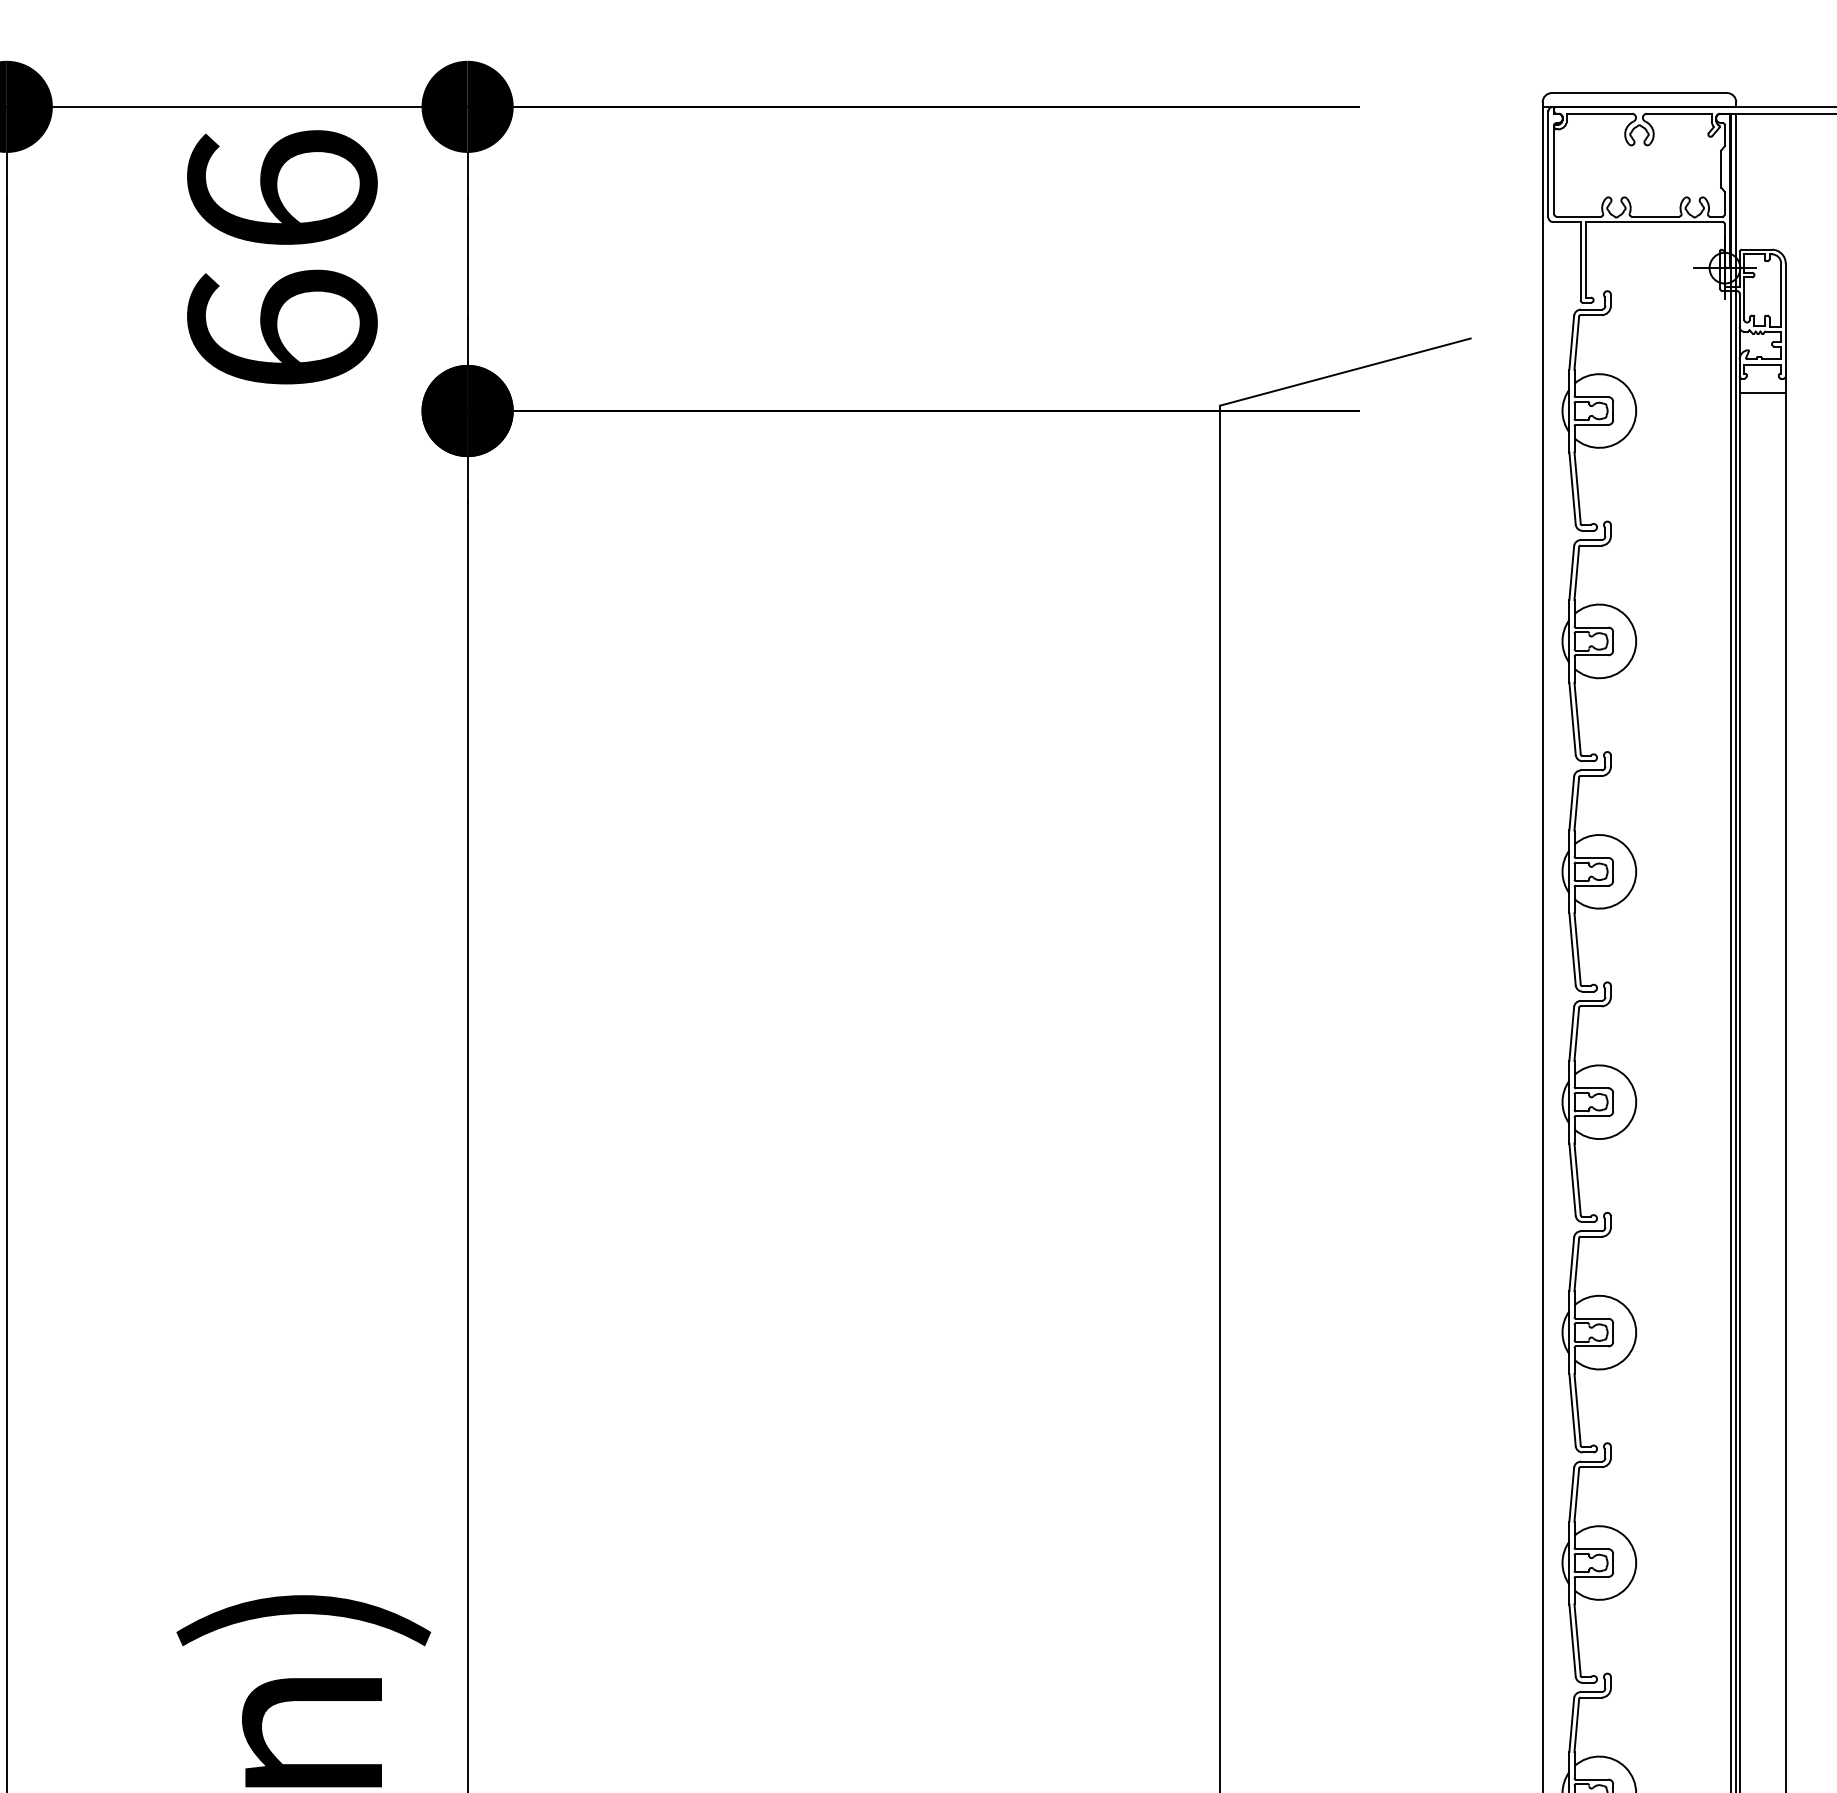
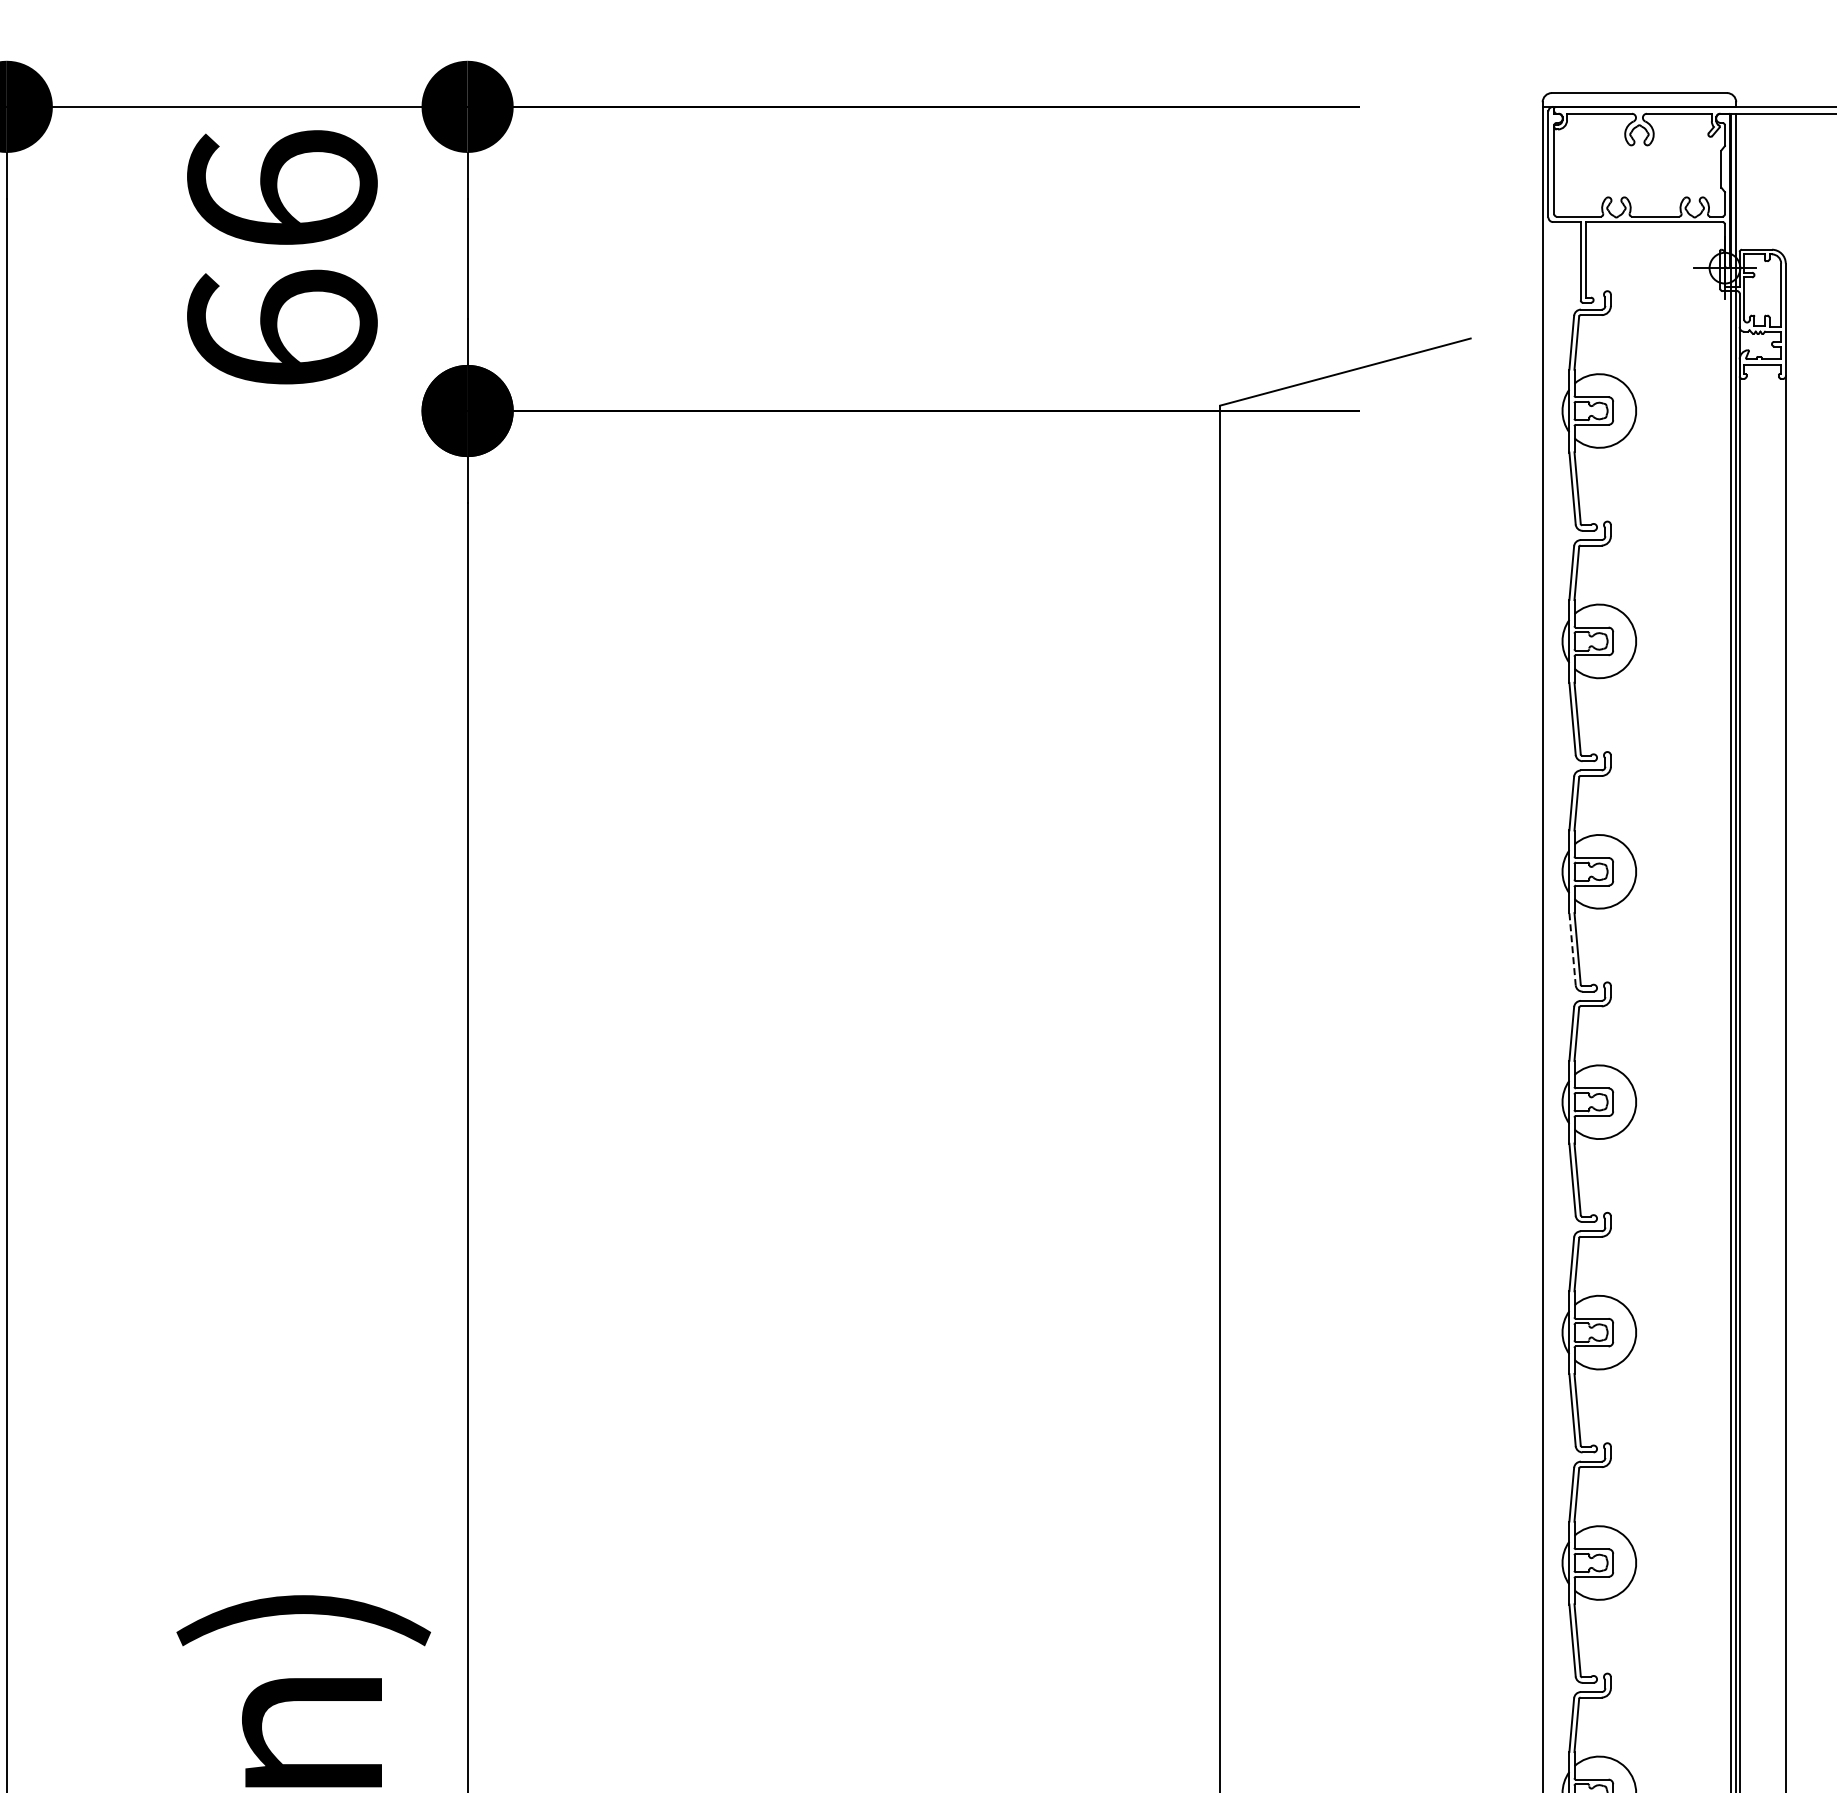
line at (1762, 392): present -> none
line at (1572, 949): solid -> dashed
